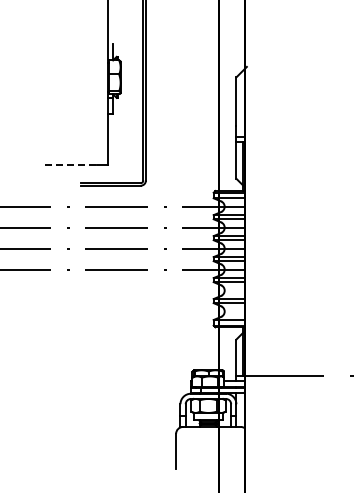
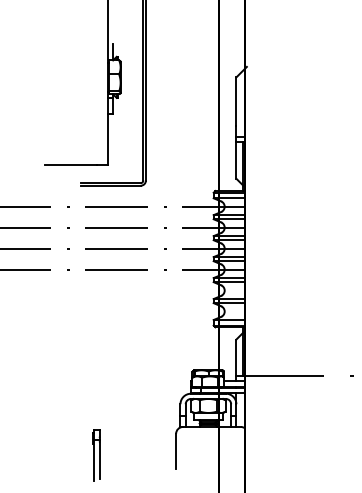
line at (71, 164): dashed -> solid
part at (96, 455): none -> present
